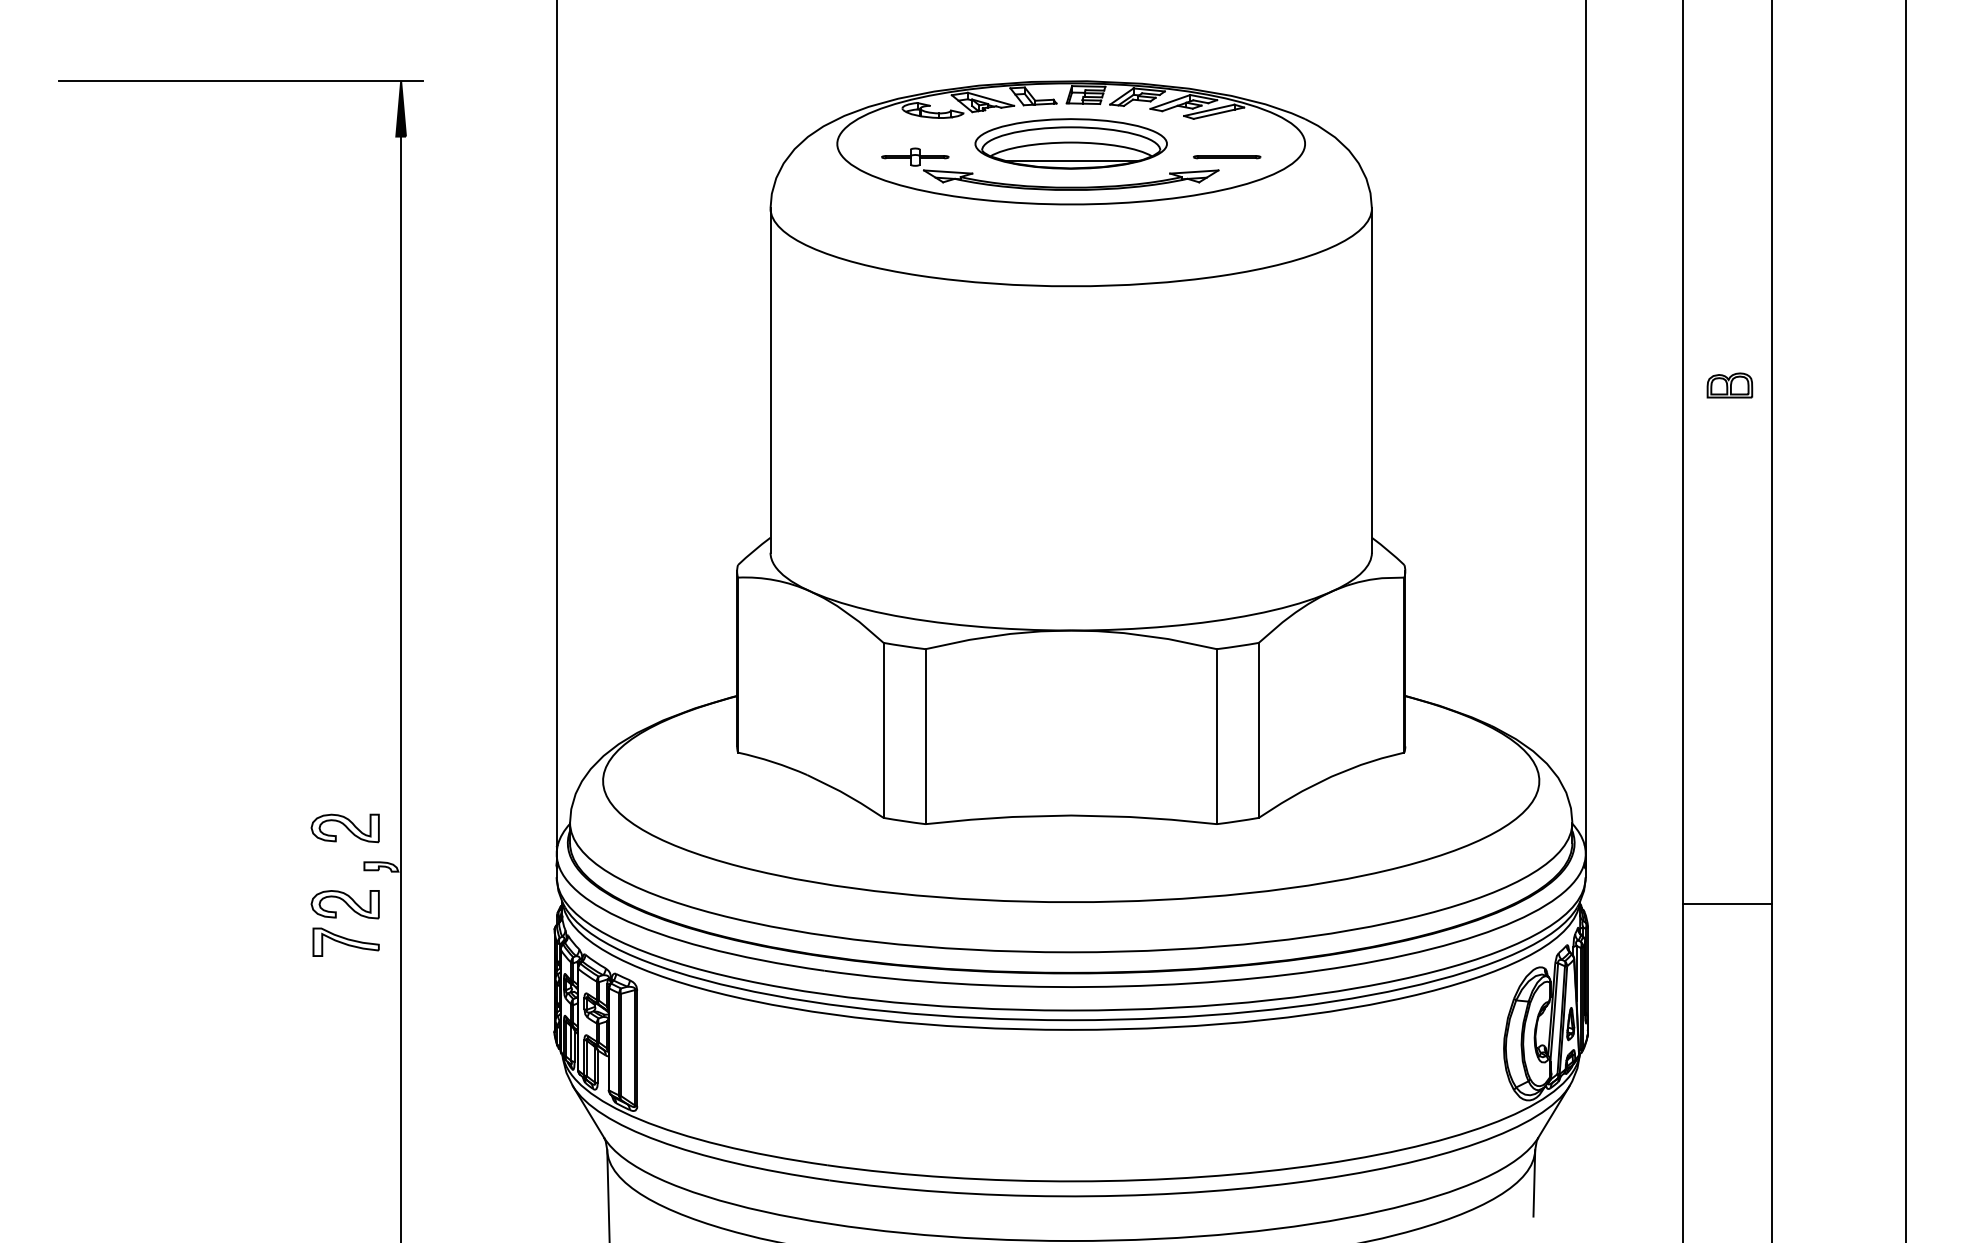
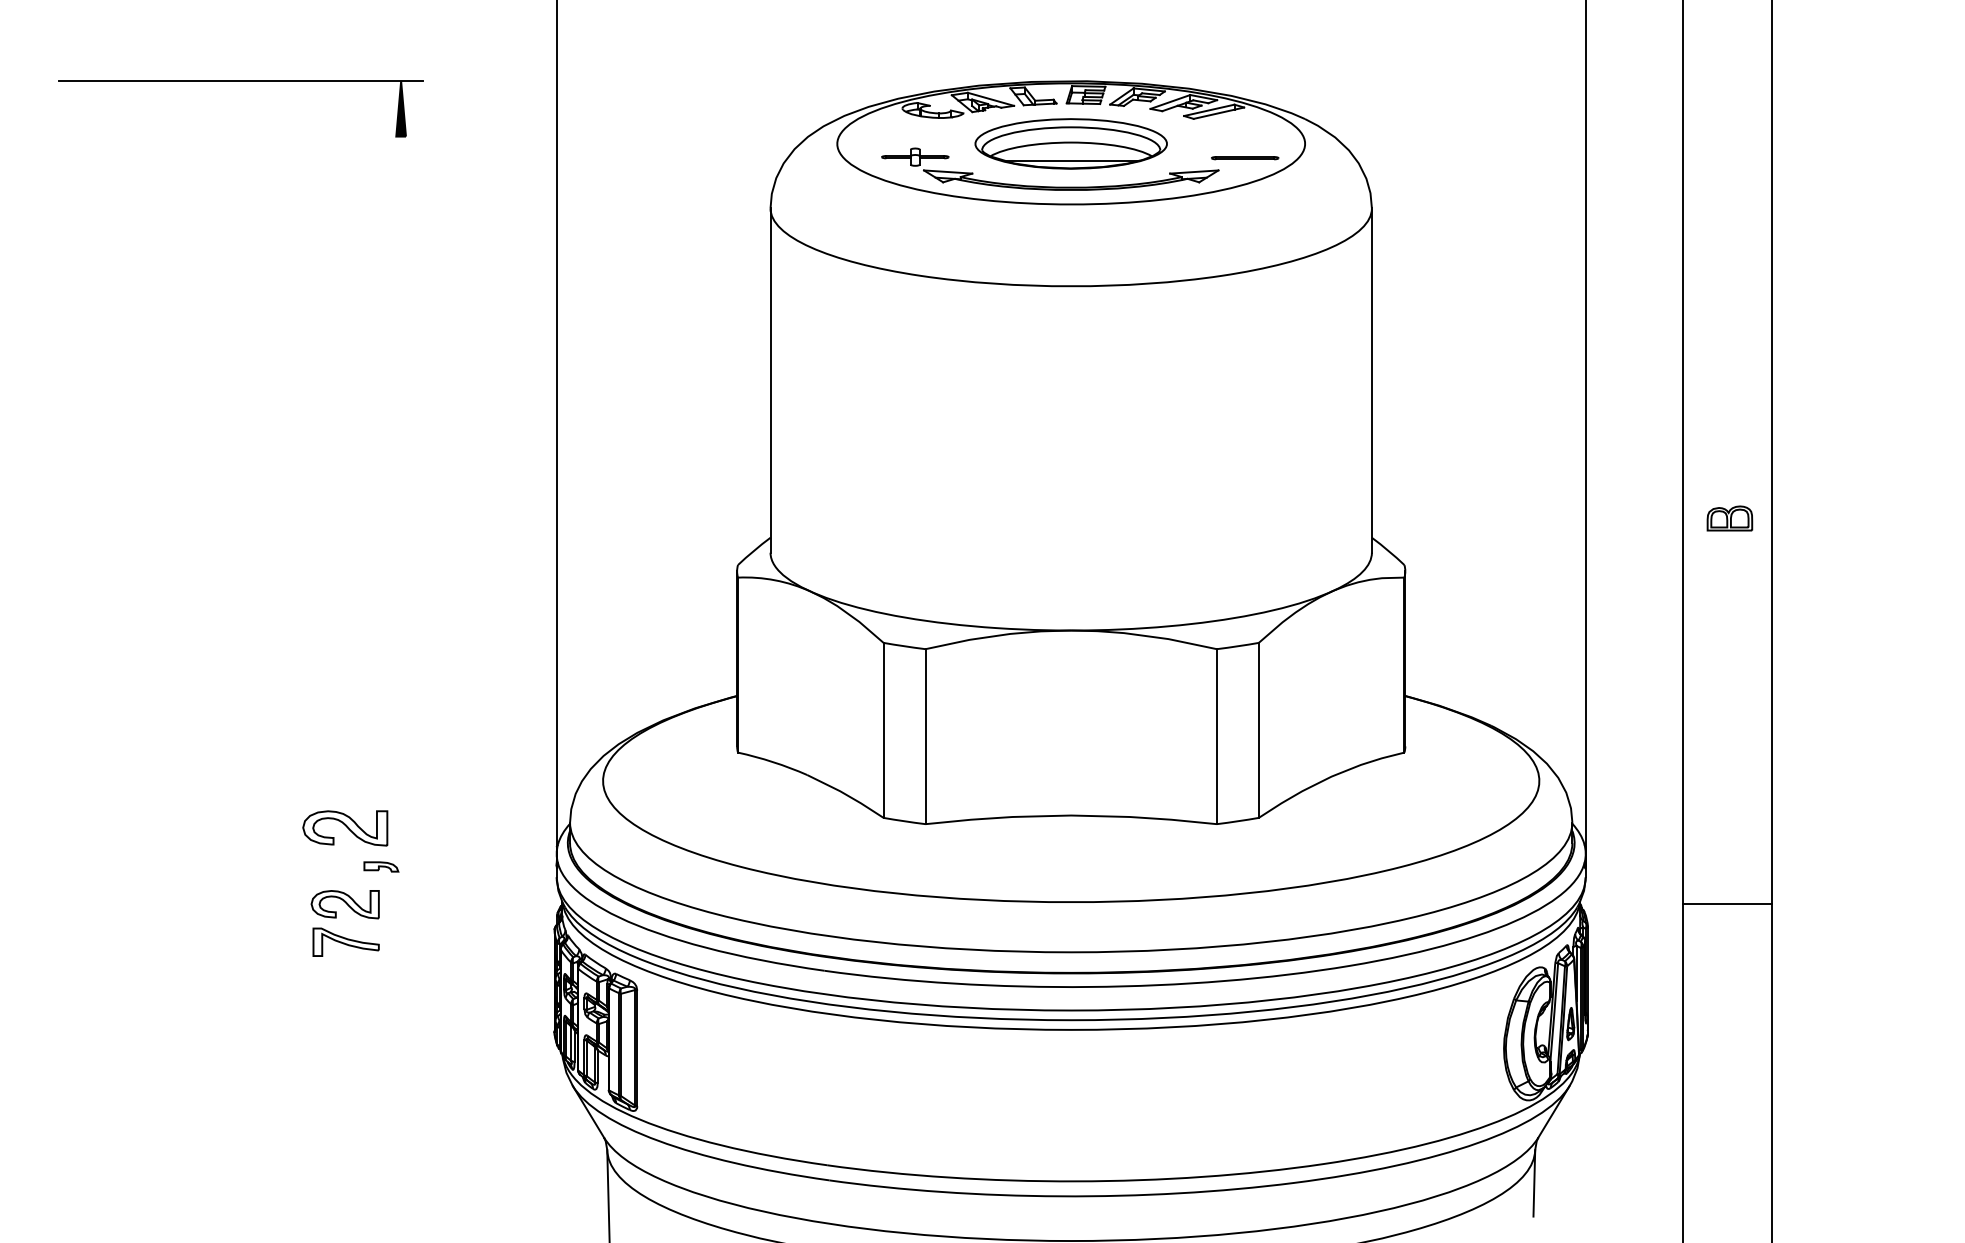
line at (1227, 157) position: (1227, 157) -> (1245, 158)
part at (1729, 385) position: (1729, 385) -> (1729, 518)
line at (1906, 620): present -> none
line at (401, 687): present -> none
part at (344, 828) size: 70x31 px -> 87x37 px
